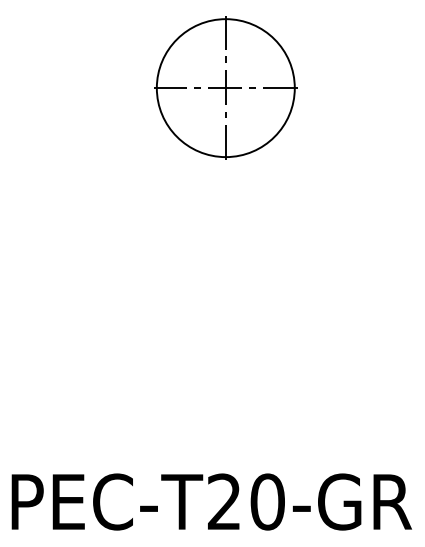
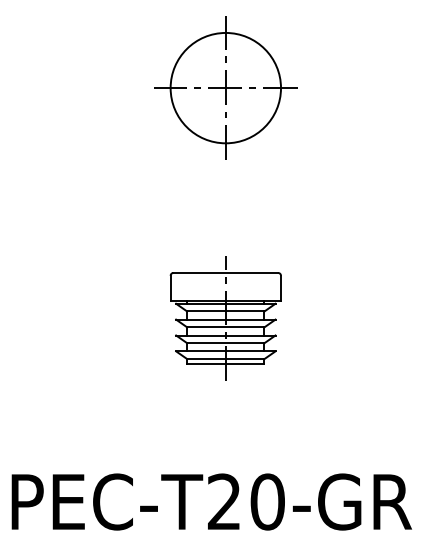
circle at (225, 88) diameter: 138 px -> 110 px
part at (225, 318): none -> present
